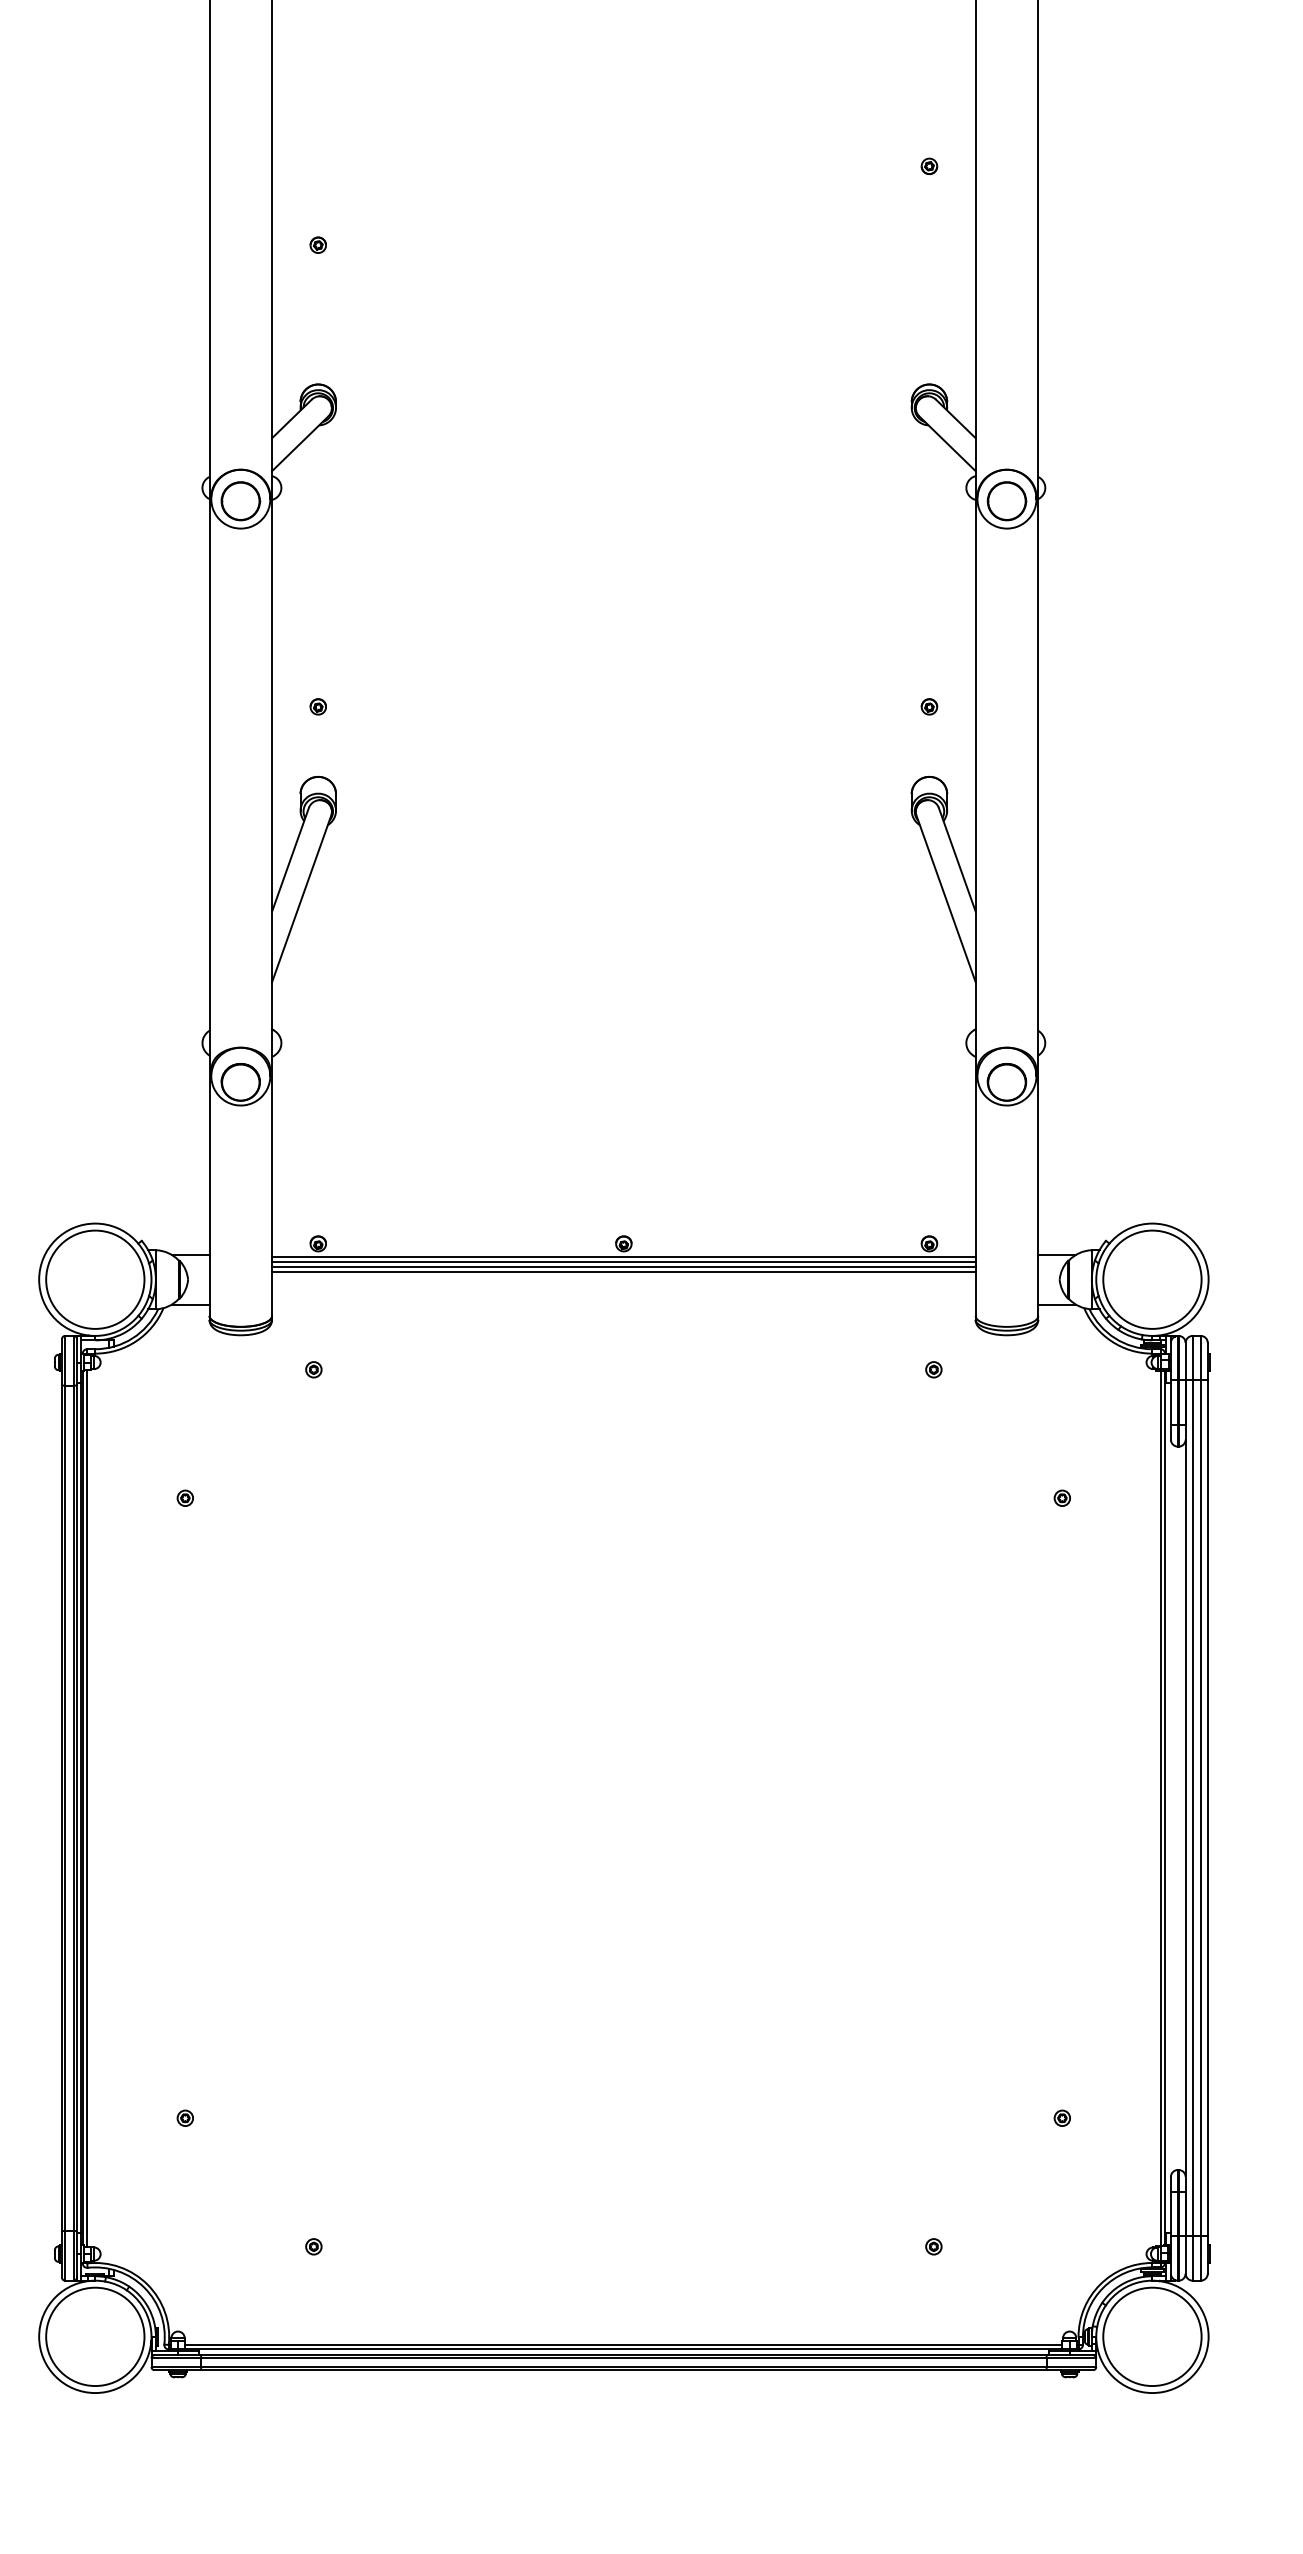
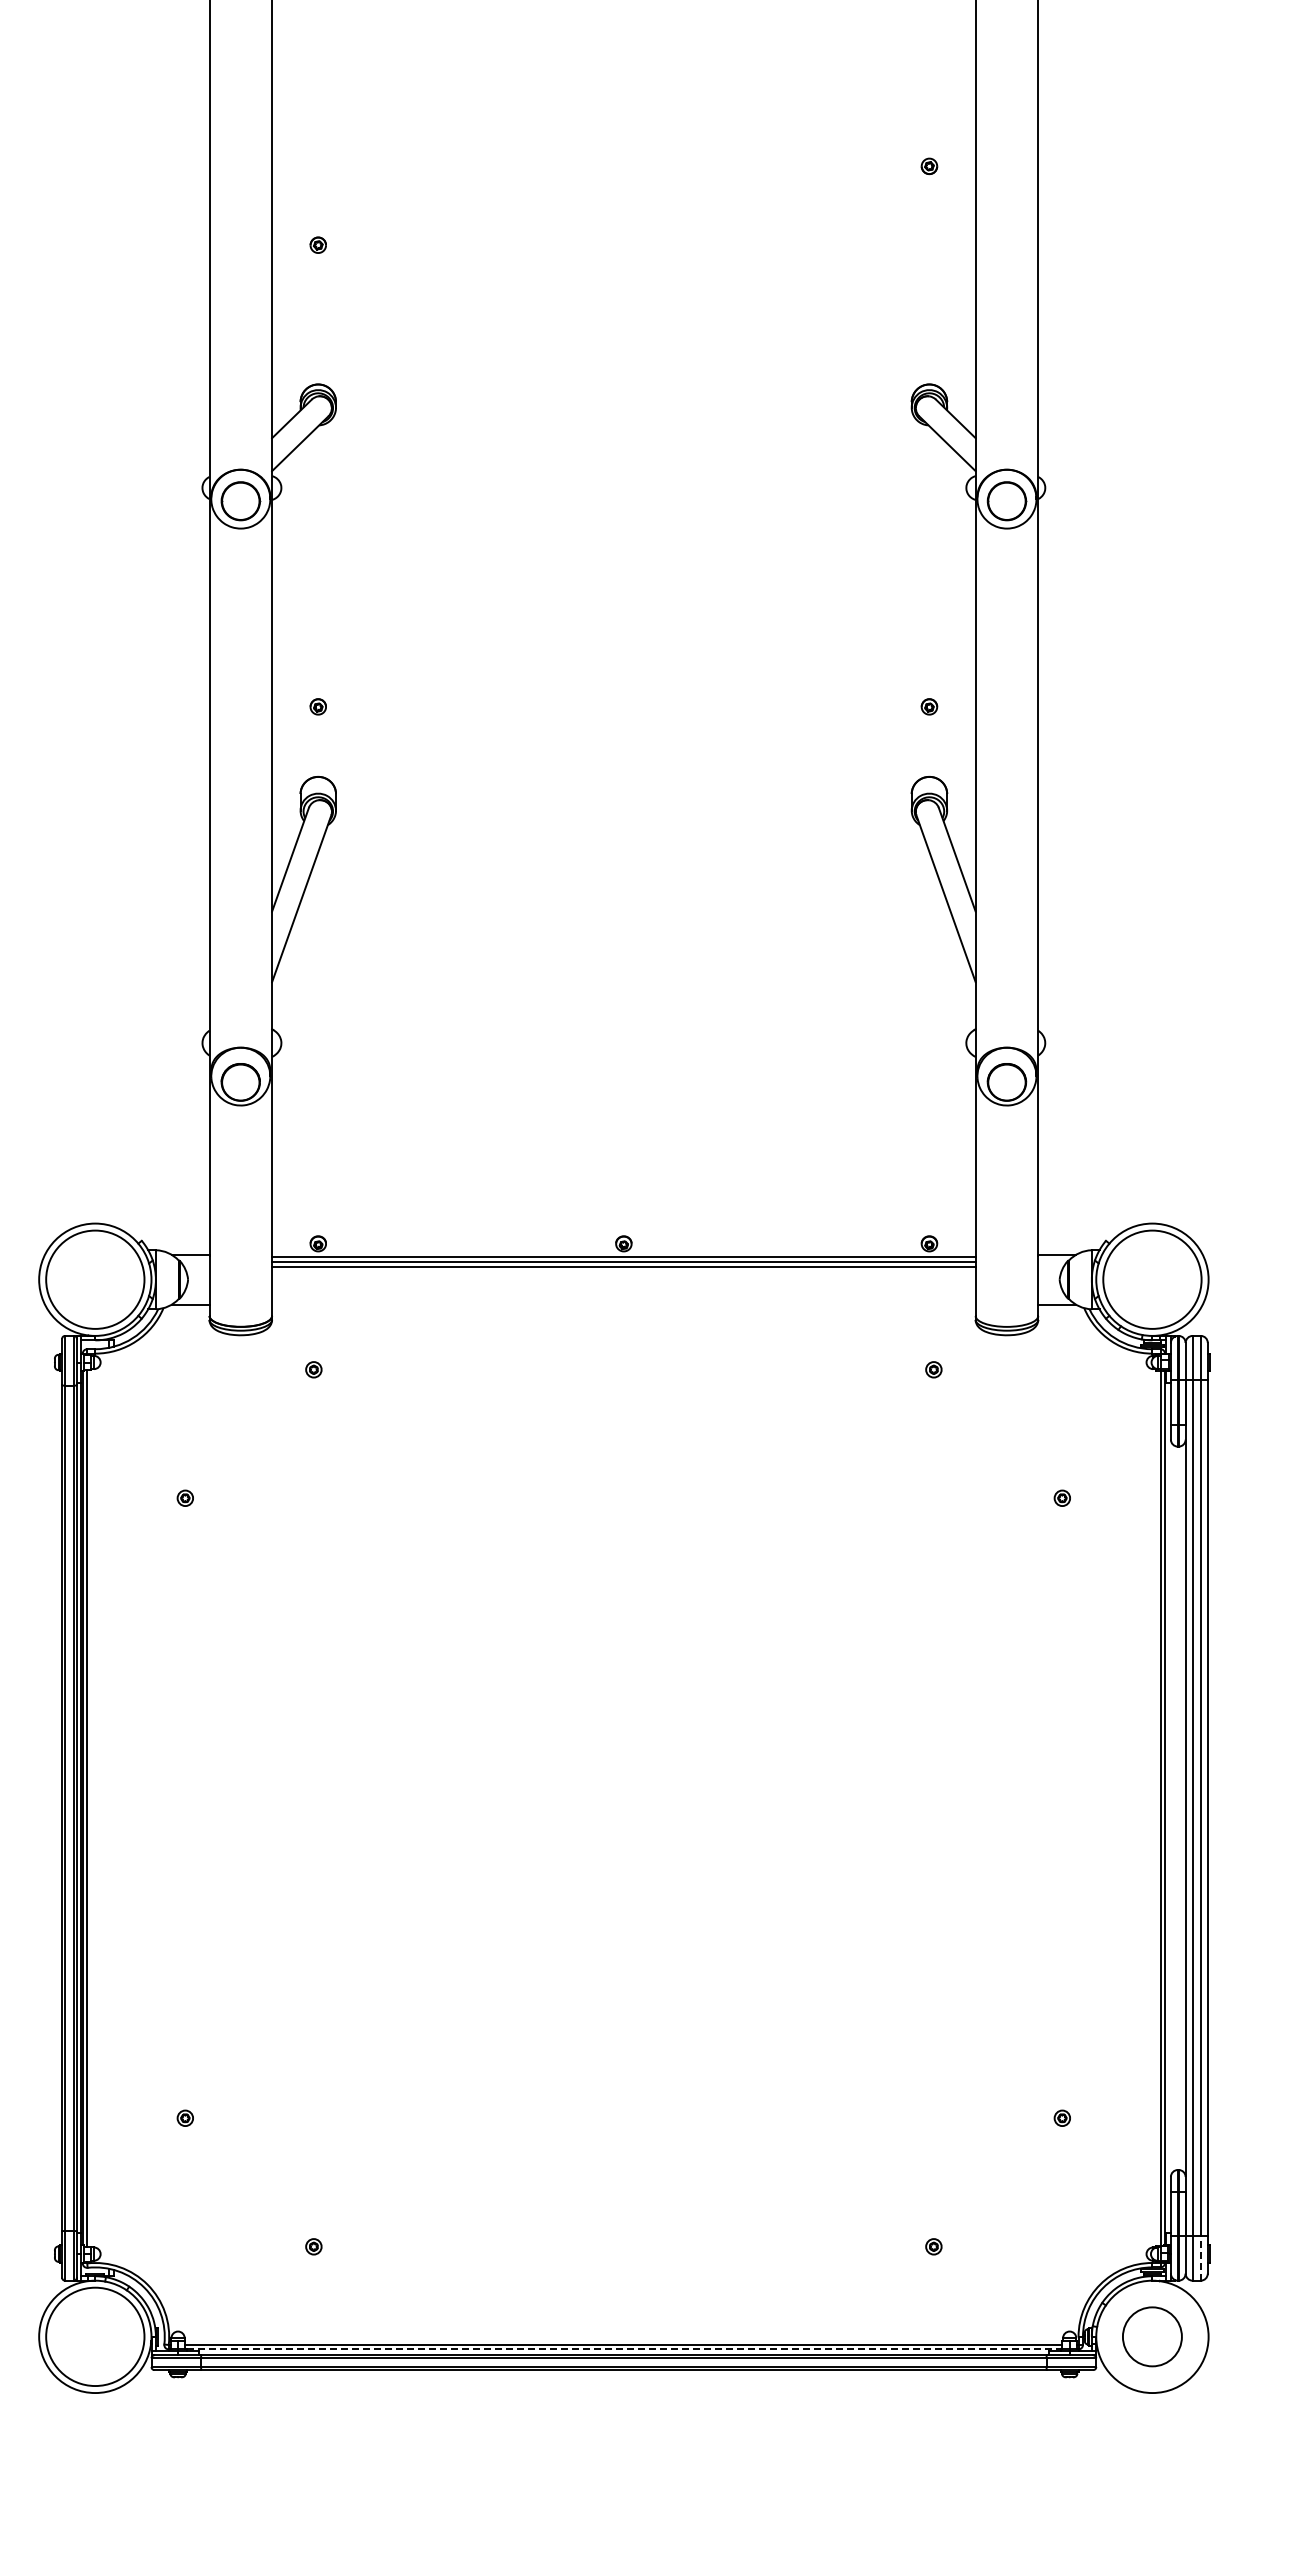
line at (623, 1271): present -> none
line at (1200, 2258): solid -> dashed
circle at (1152, 2336) diameter: 98 px -> 59 px
line at (623, 2349): solid -> dashed
